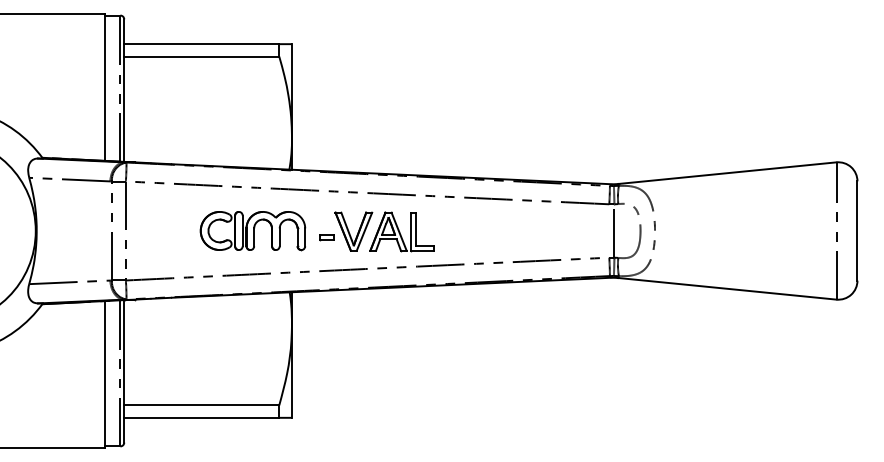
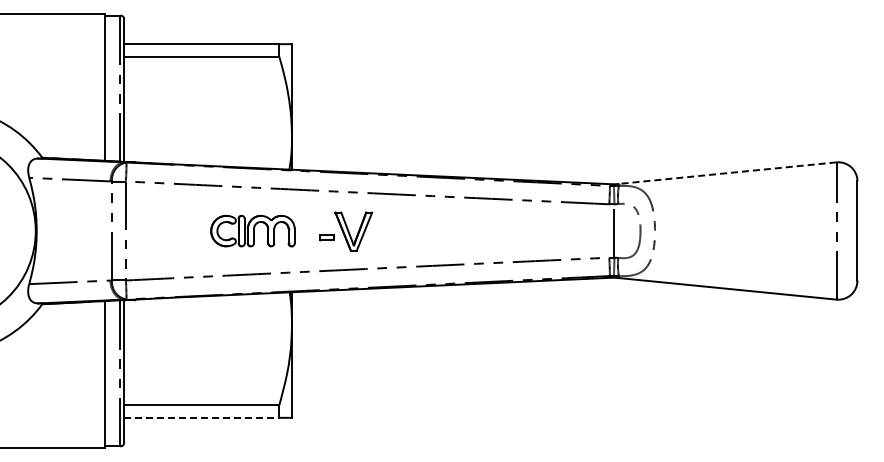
line at (727, 173): solid -> dashed
part at (252, 231) size: 108x41 px -> 86x34 px
part at (401, 231): present -> none
line at (201, 417): solid -> dashed
